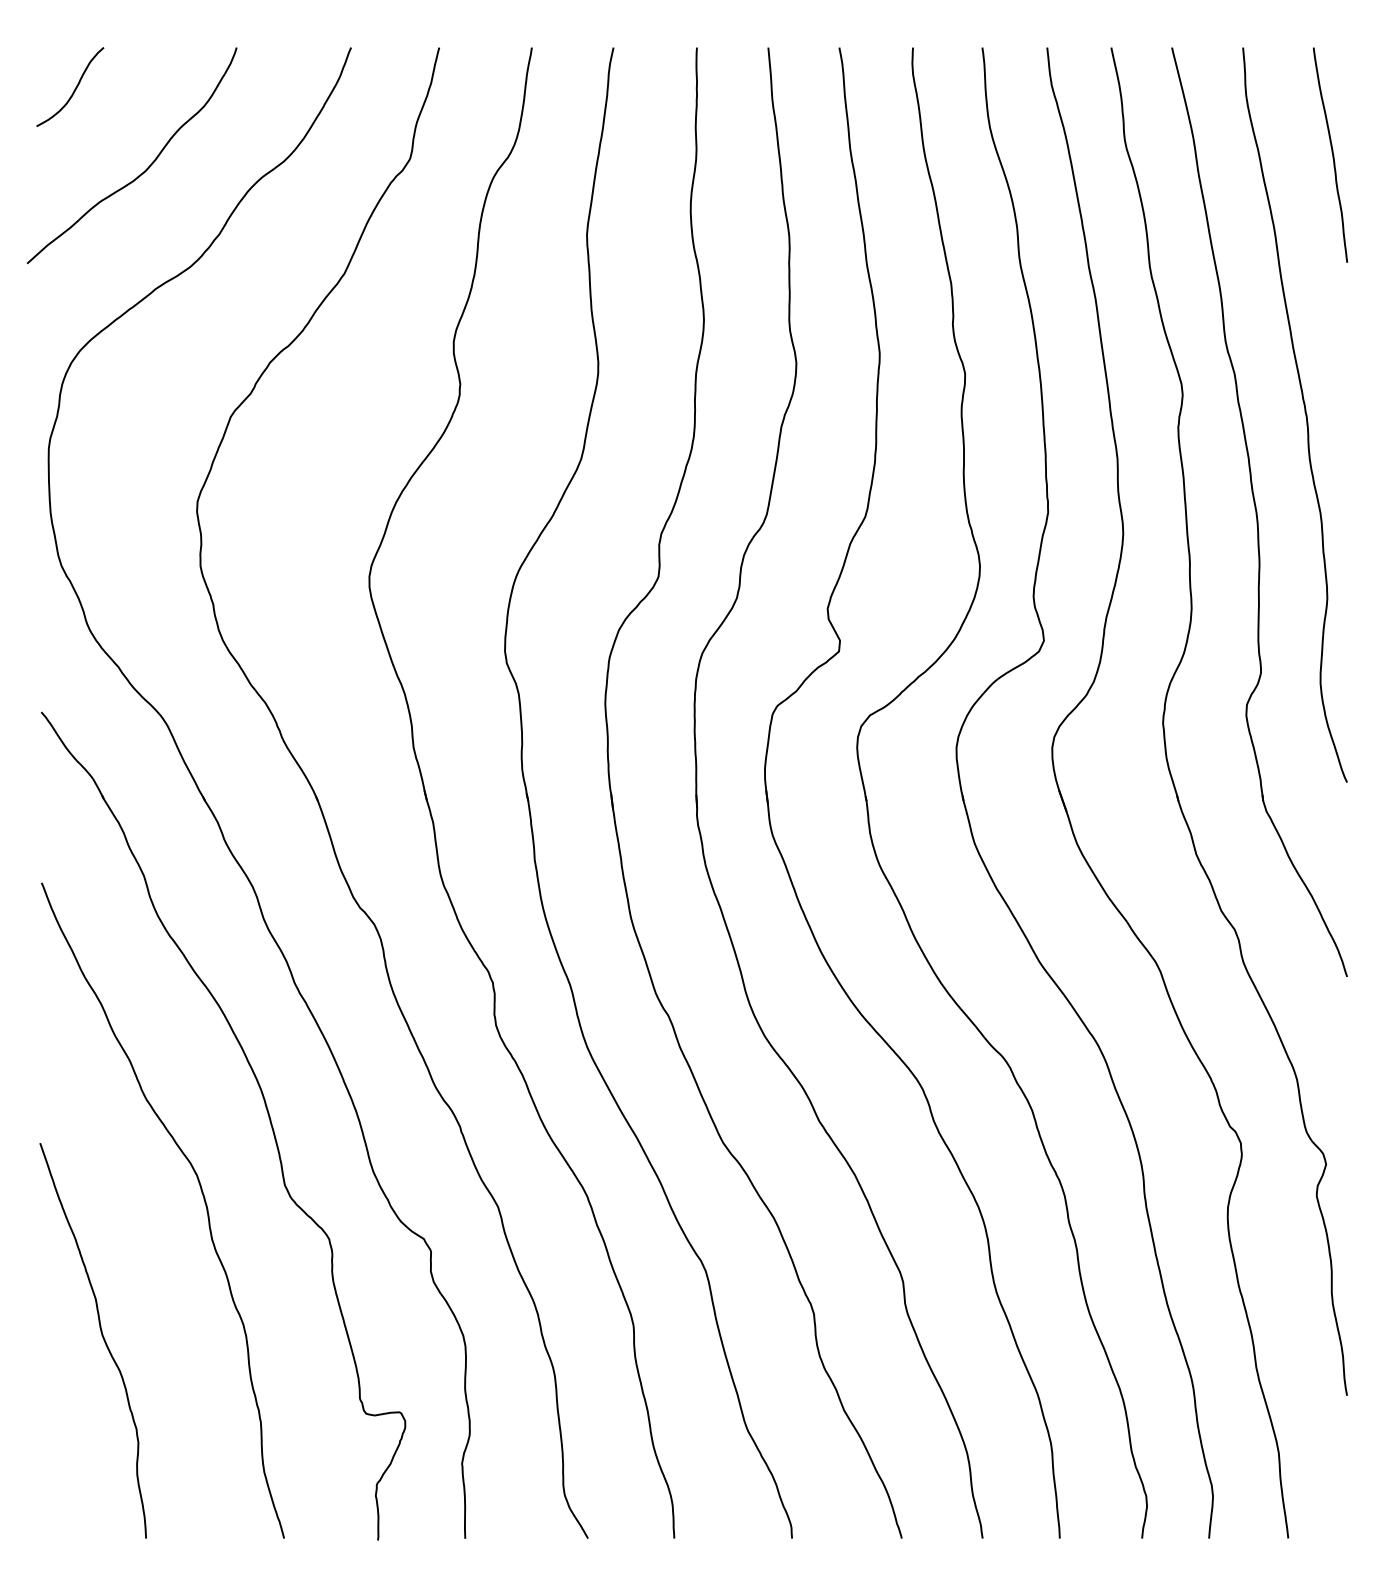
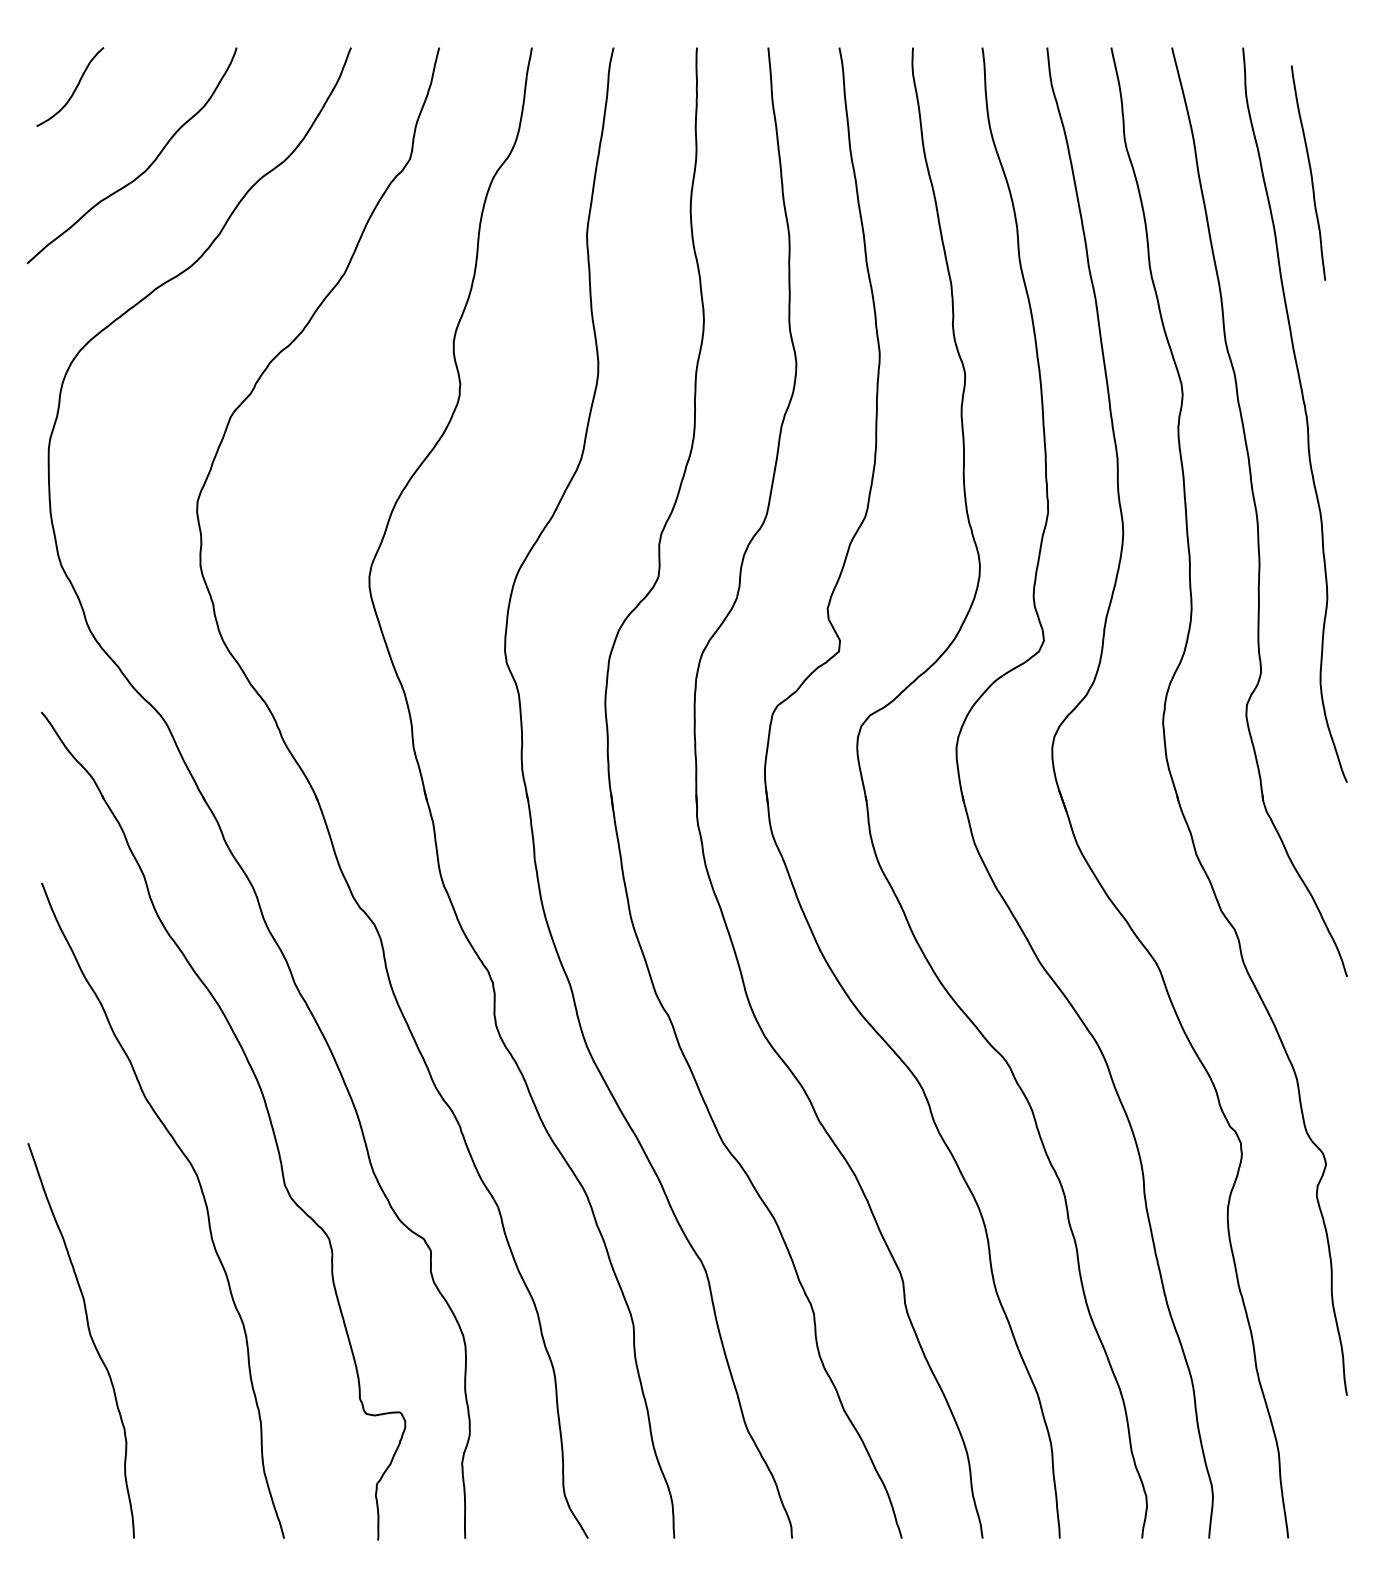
curve at (1332, 154) position: (1332, 154) -> (1310, 172)
curve at (102, 1338) position: (102, 1338) -> (90, 1338)
